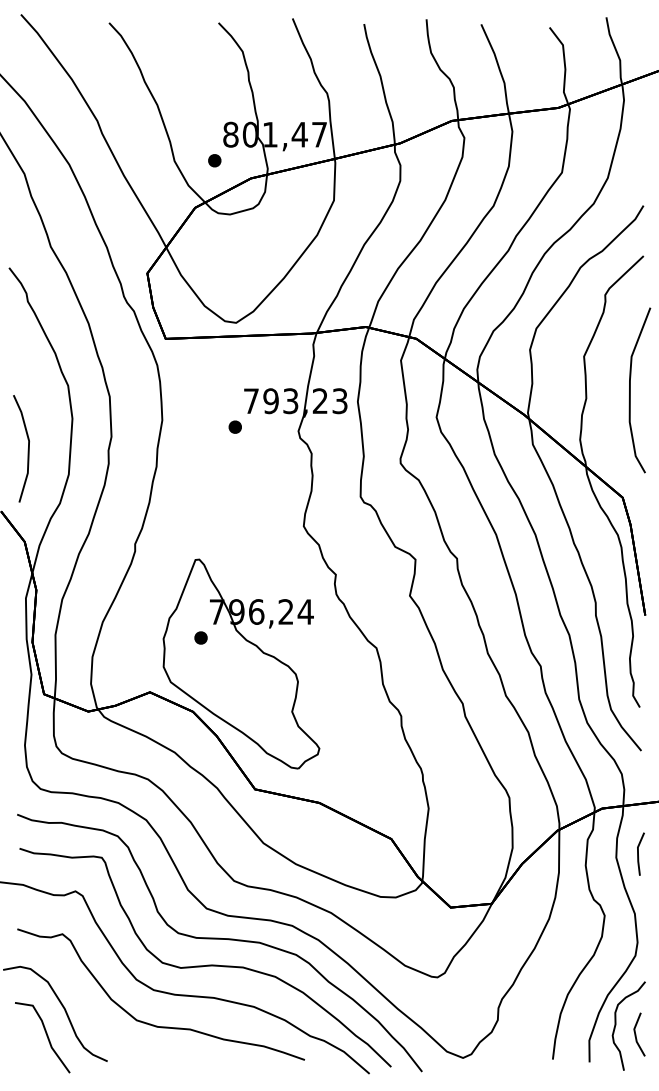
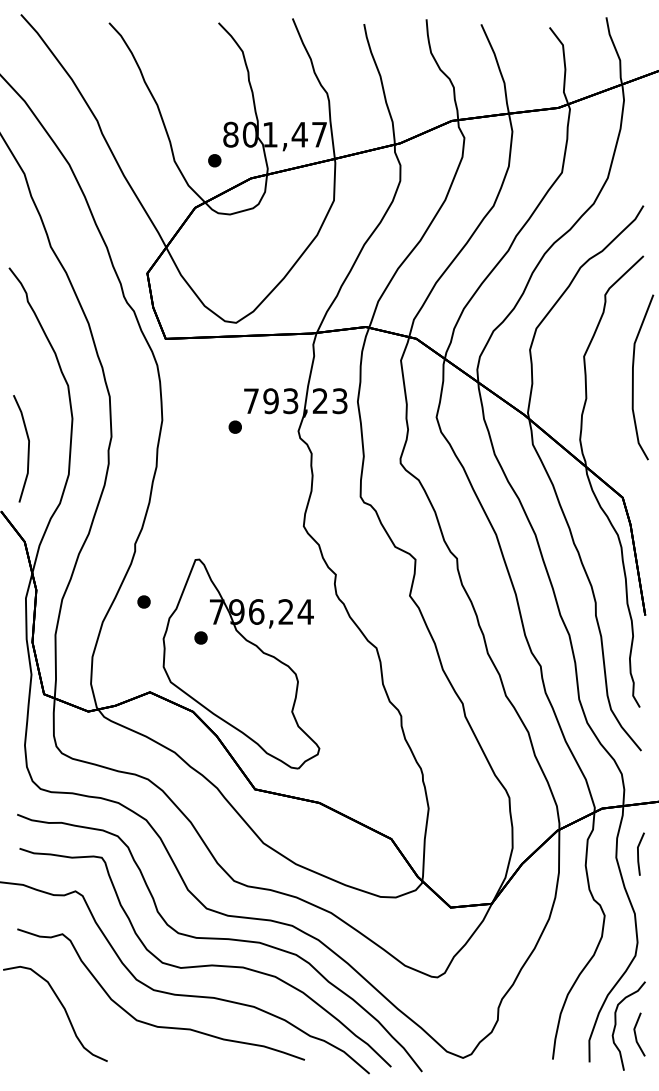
curve at (630, 390) position: (630, 390) -> (633, 377)
part at (143, 601): none -> present
line at (46, 1036): present -> none
